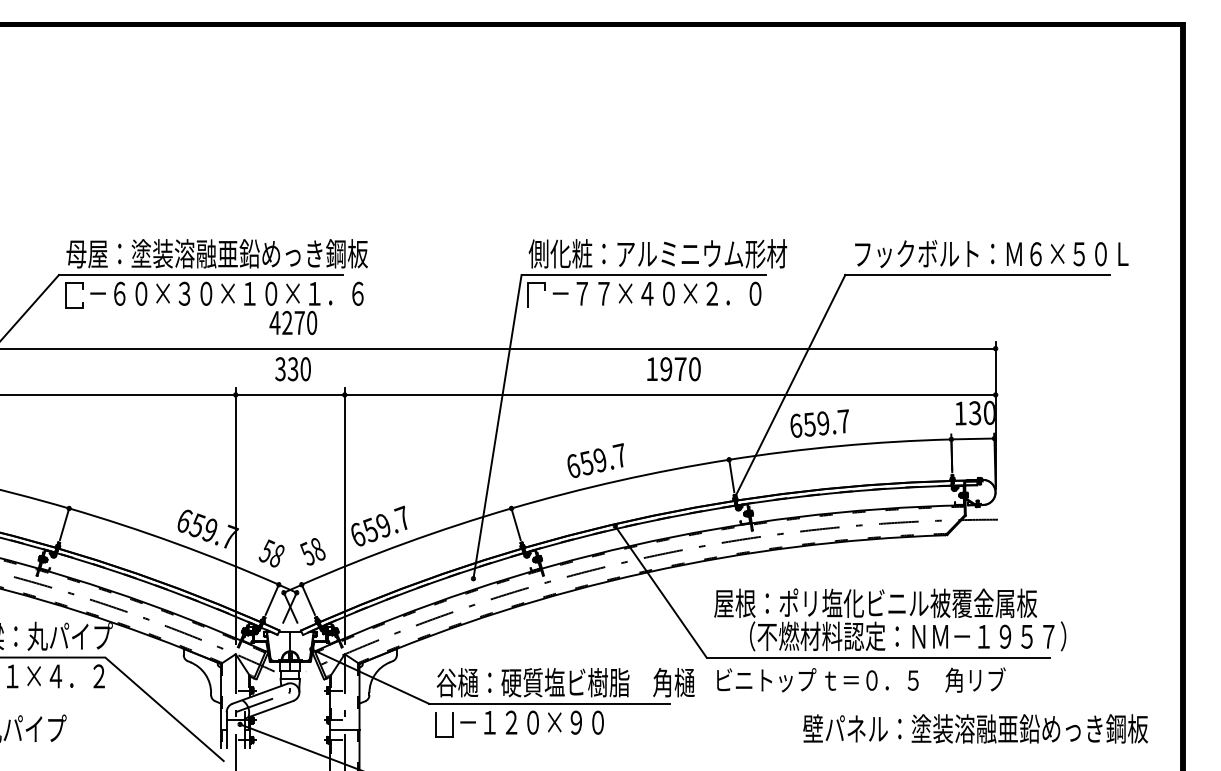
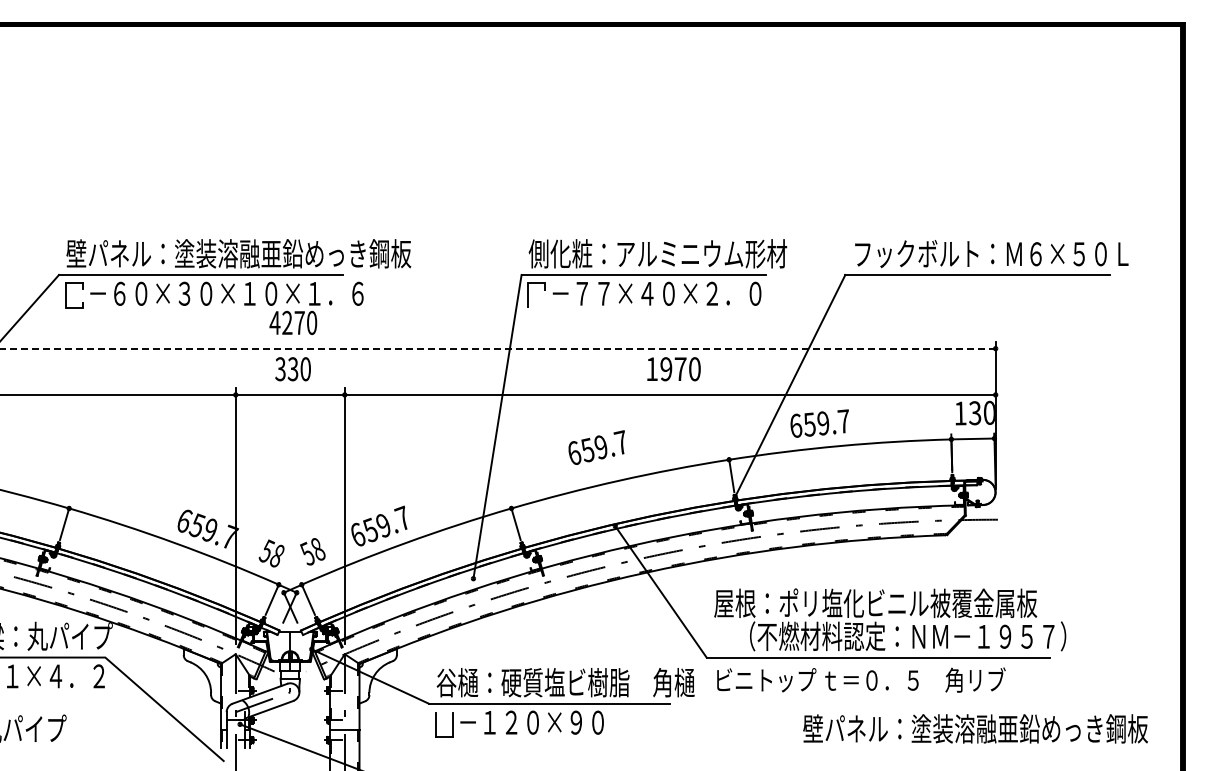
text at (238, 253): 母屋：塗装溶融亜鉛めっき鋼板 -> 壁パネル：塗装溶融亜鉛めっき鋼板
line at (497, 348): solid -> dashed
text at (595, 460) position: (595, 460) -> (596, 447)
